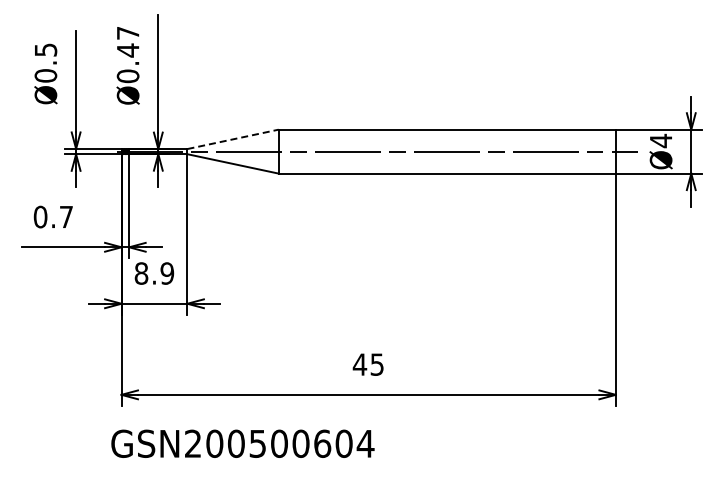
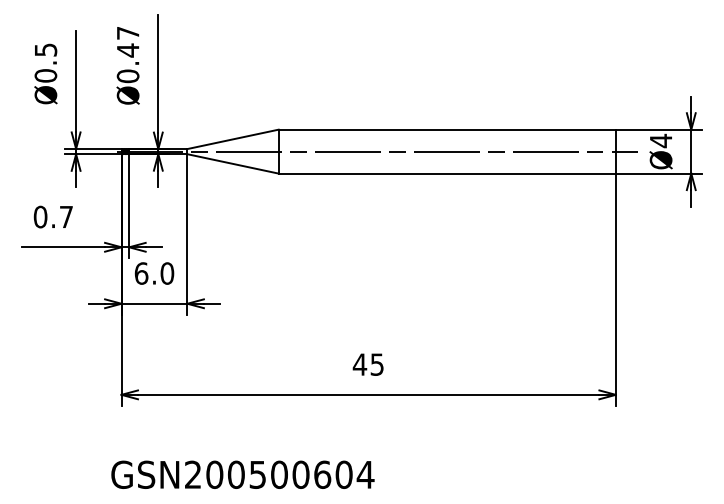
line at (233, 139): dashed -> solid
text at (154, 273): 8.9 -> 6.0
text at (242, 443) position: (242, 443) -> (242, 474)
